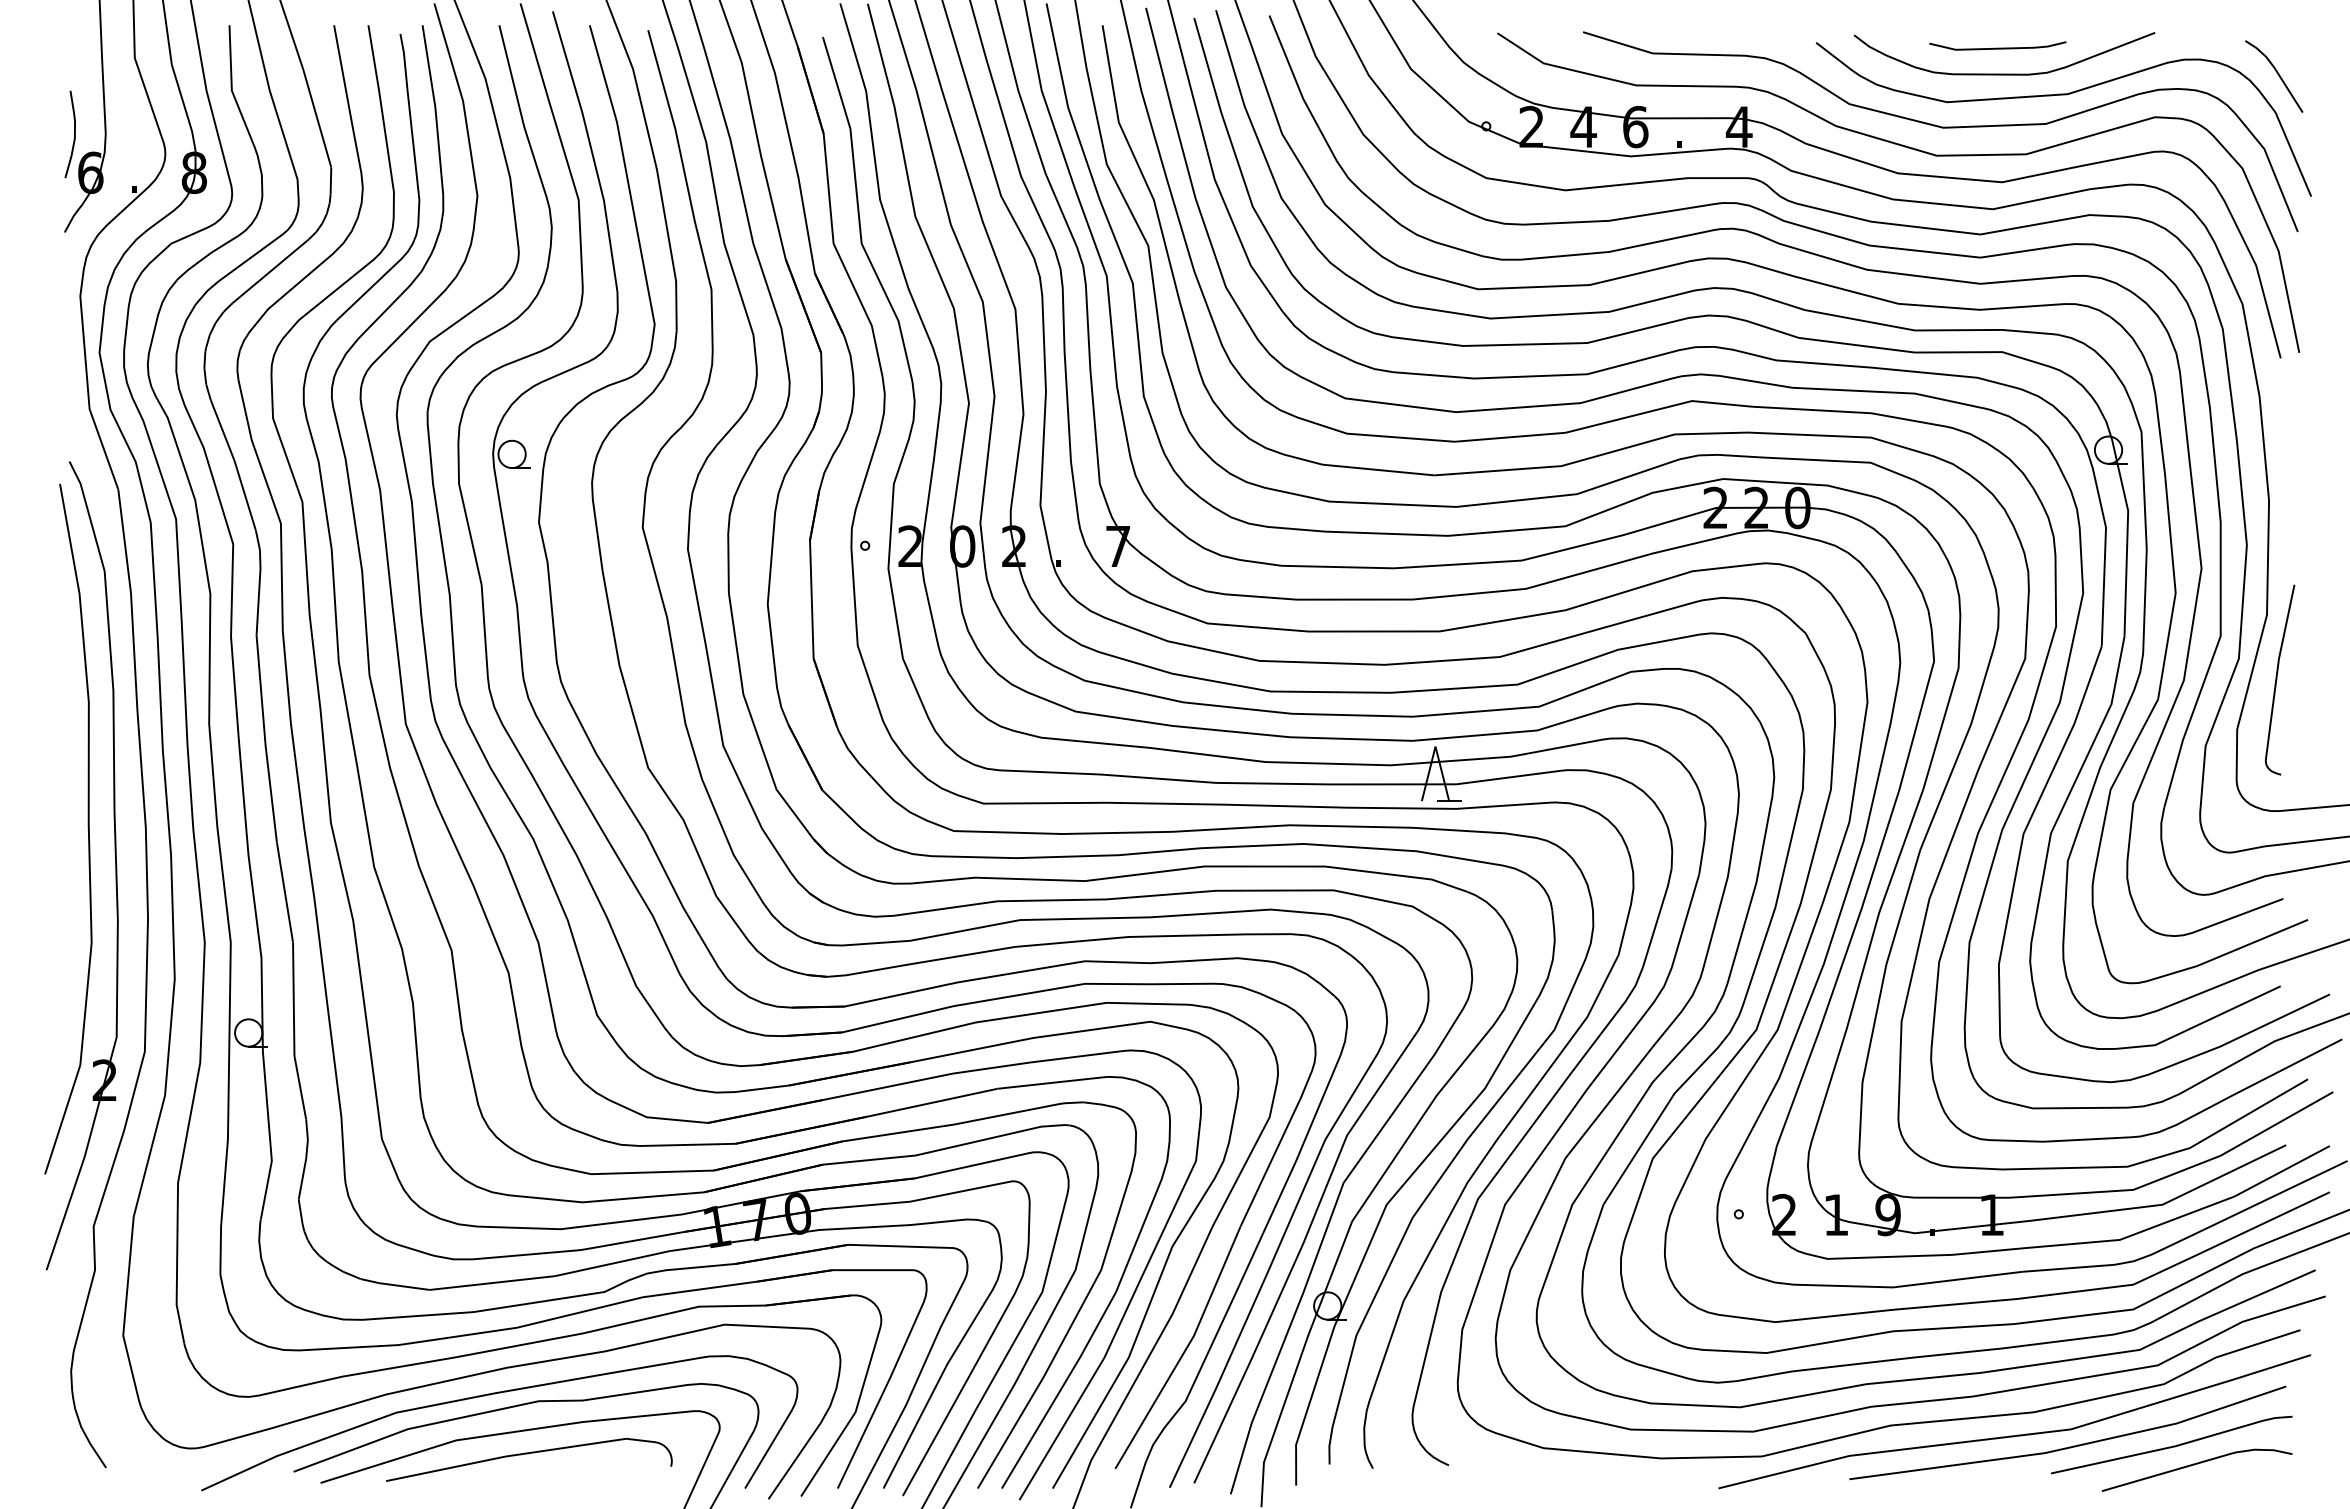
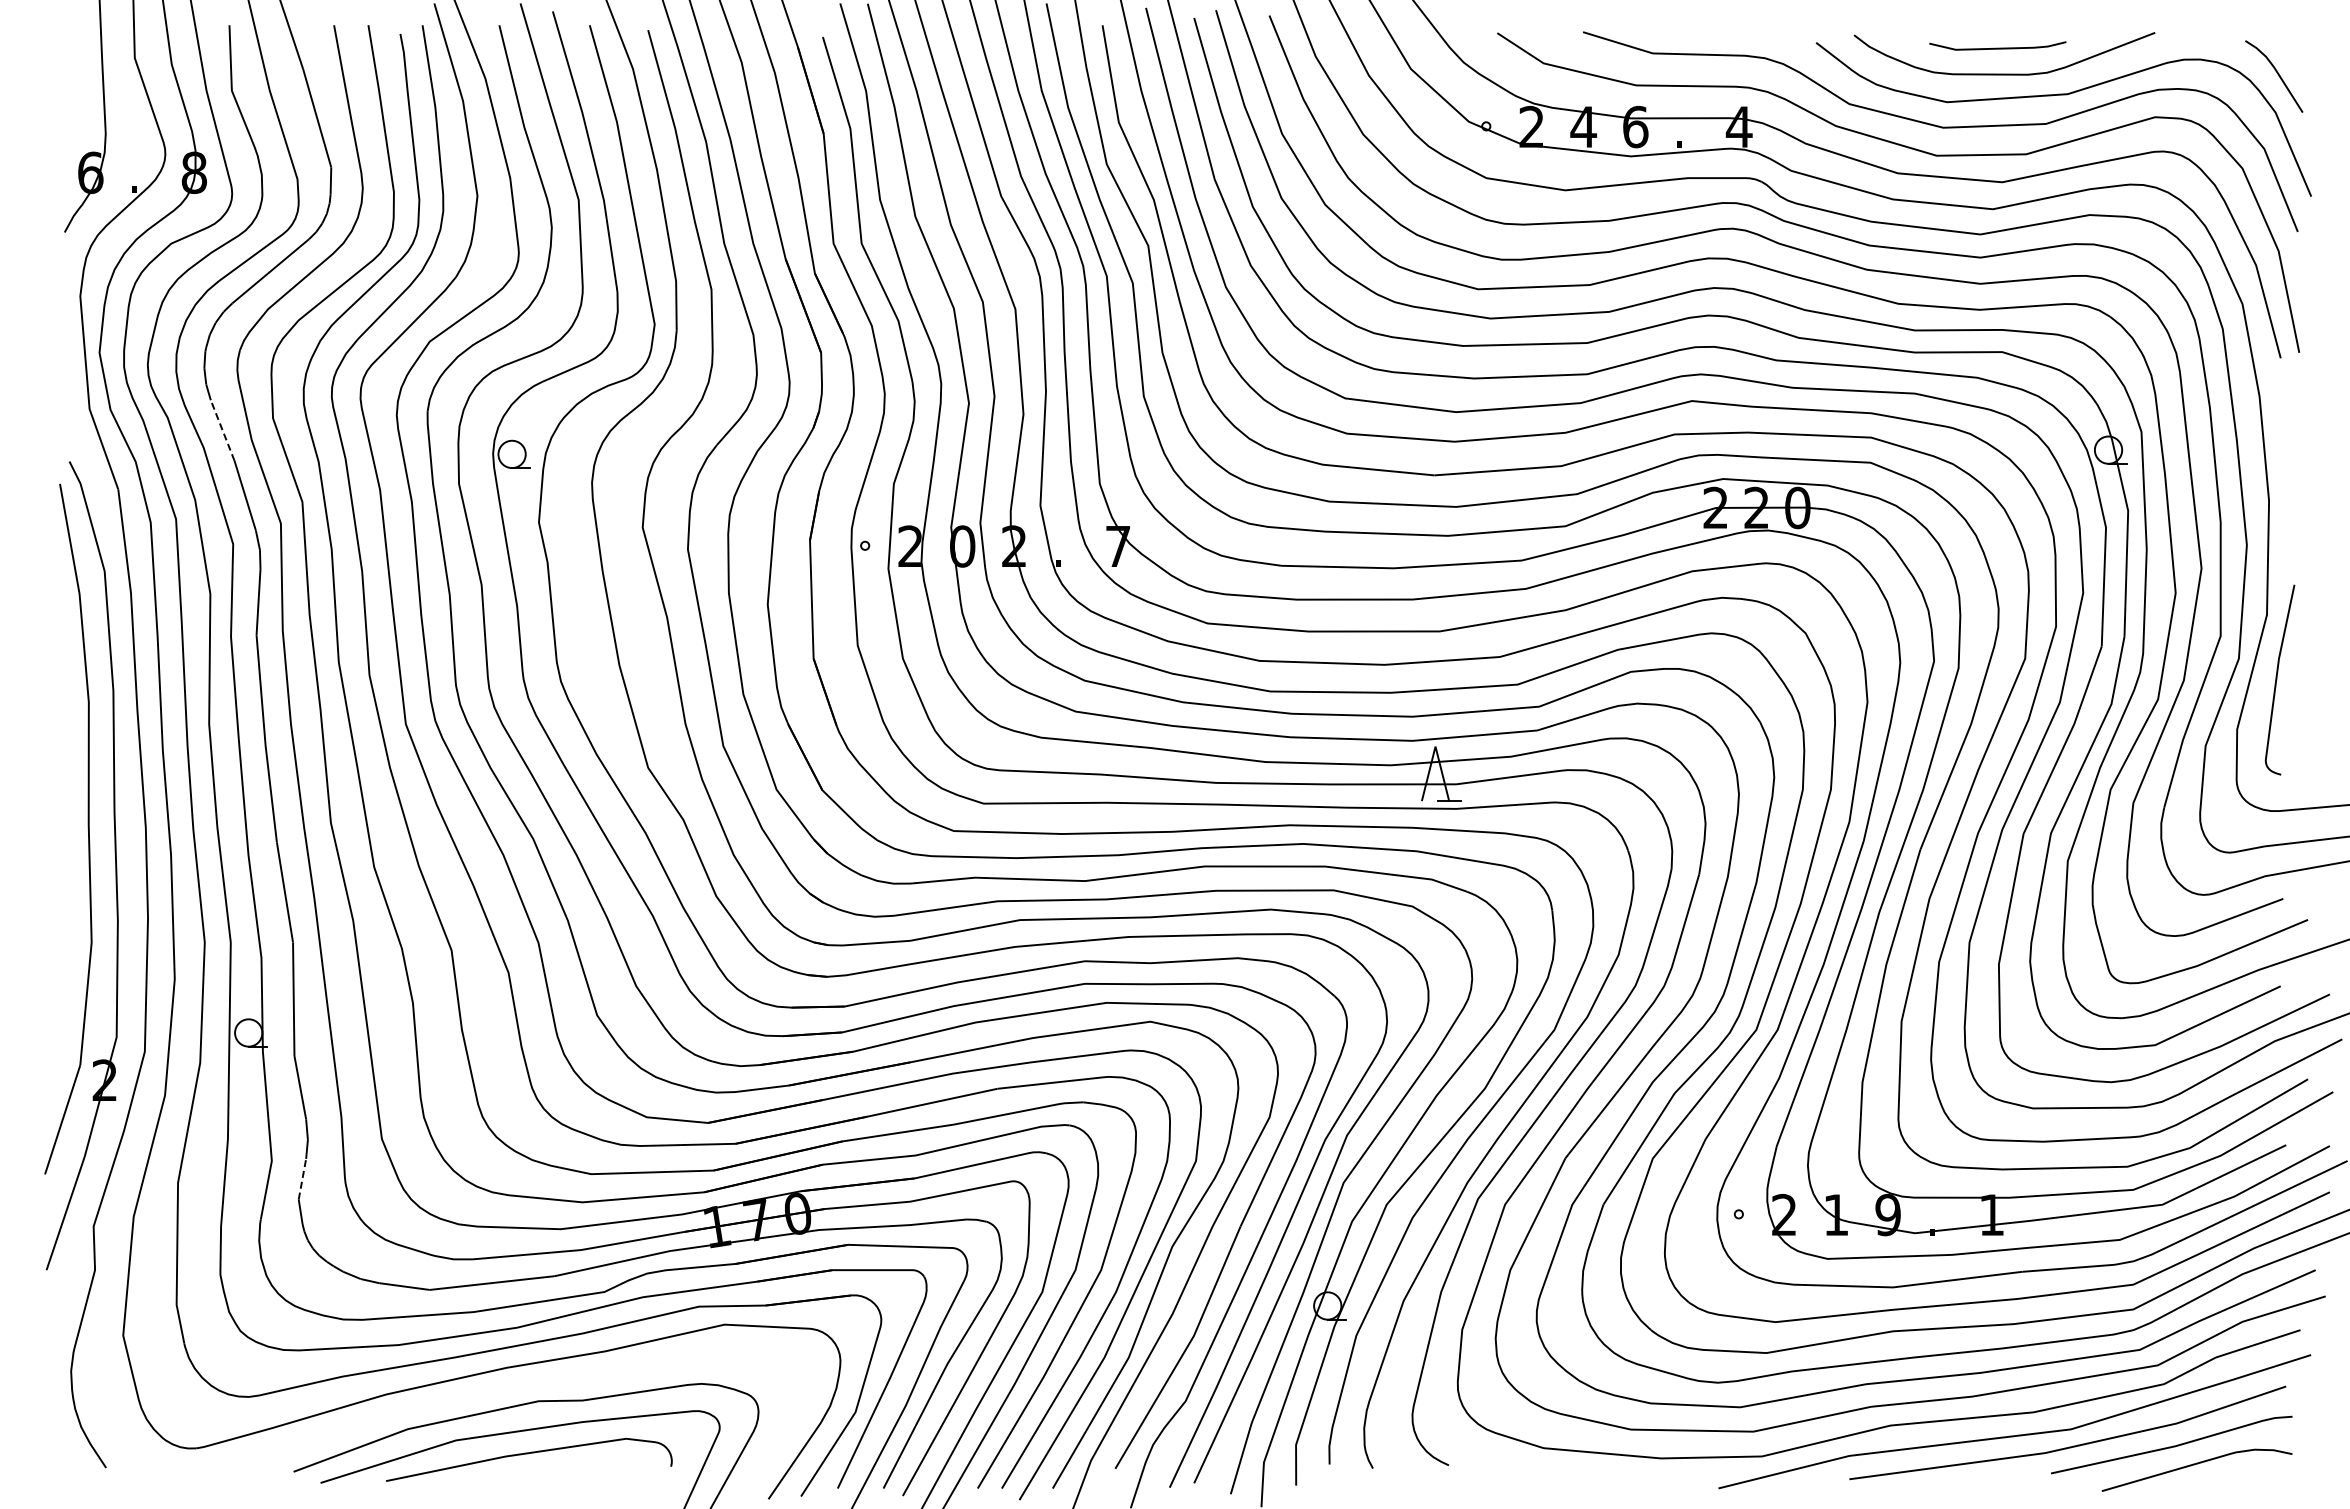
curve at (74, 134): present -> none
line at (222, 430): solid -> dashed
line at (302, 1179): solid -> dashed
curve at (495, 1394): present -> none
